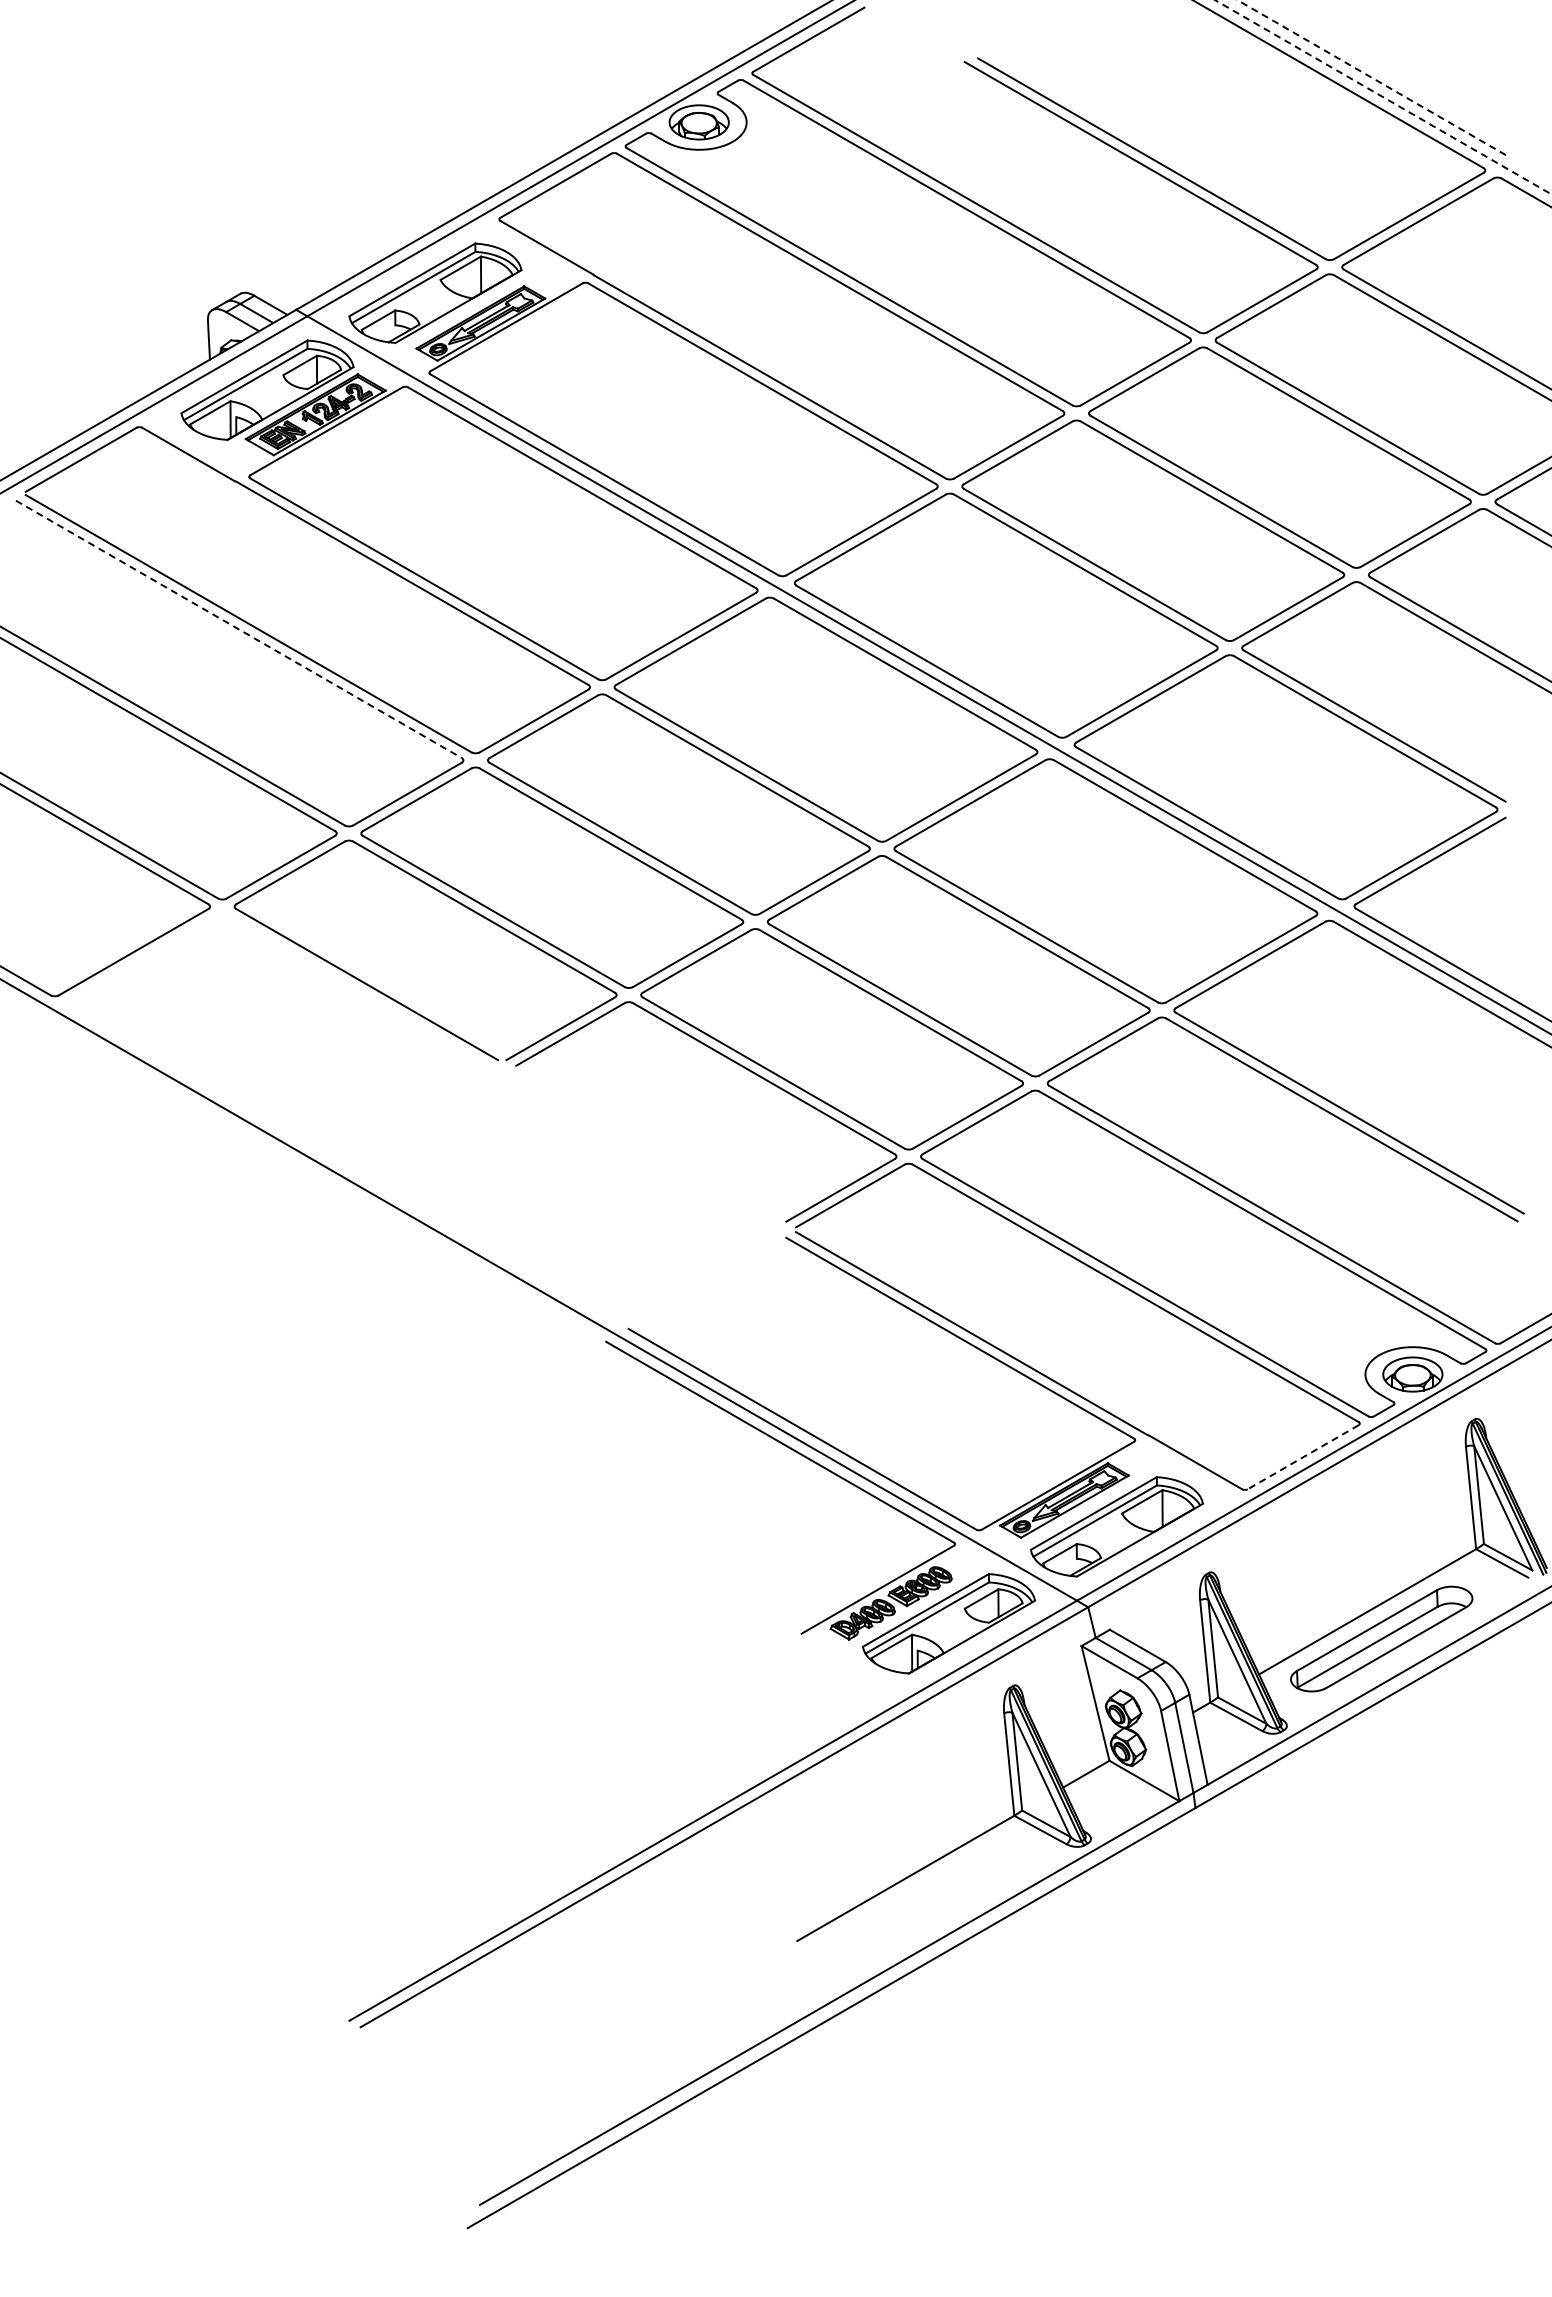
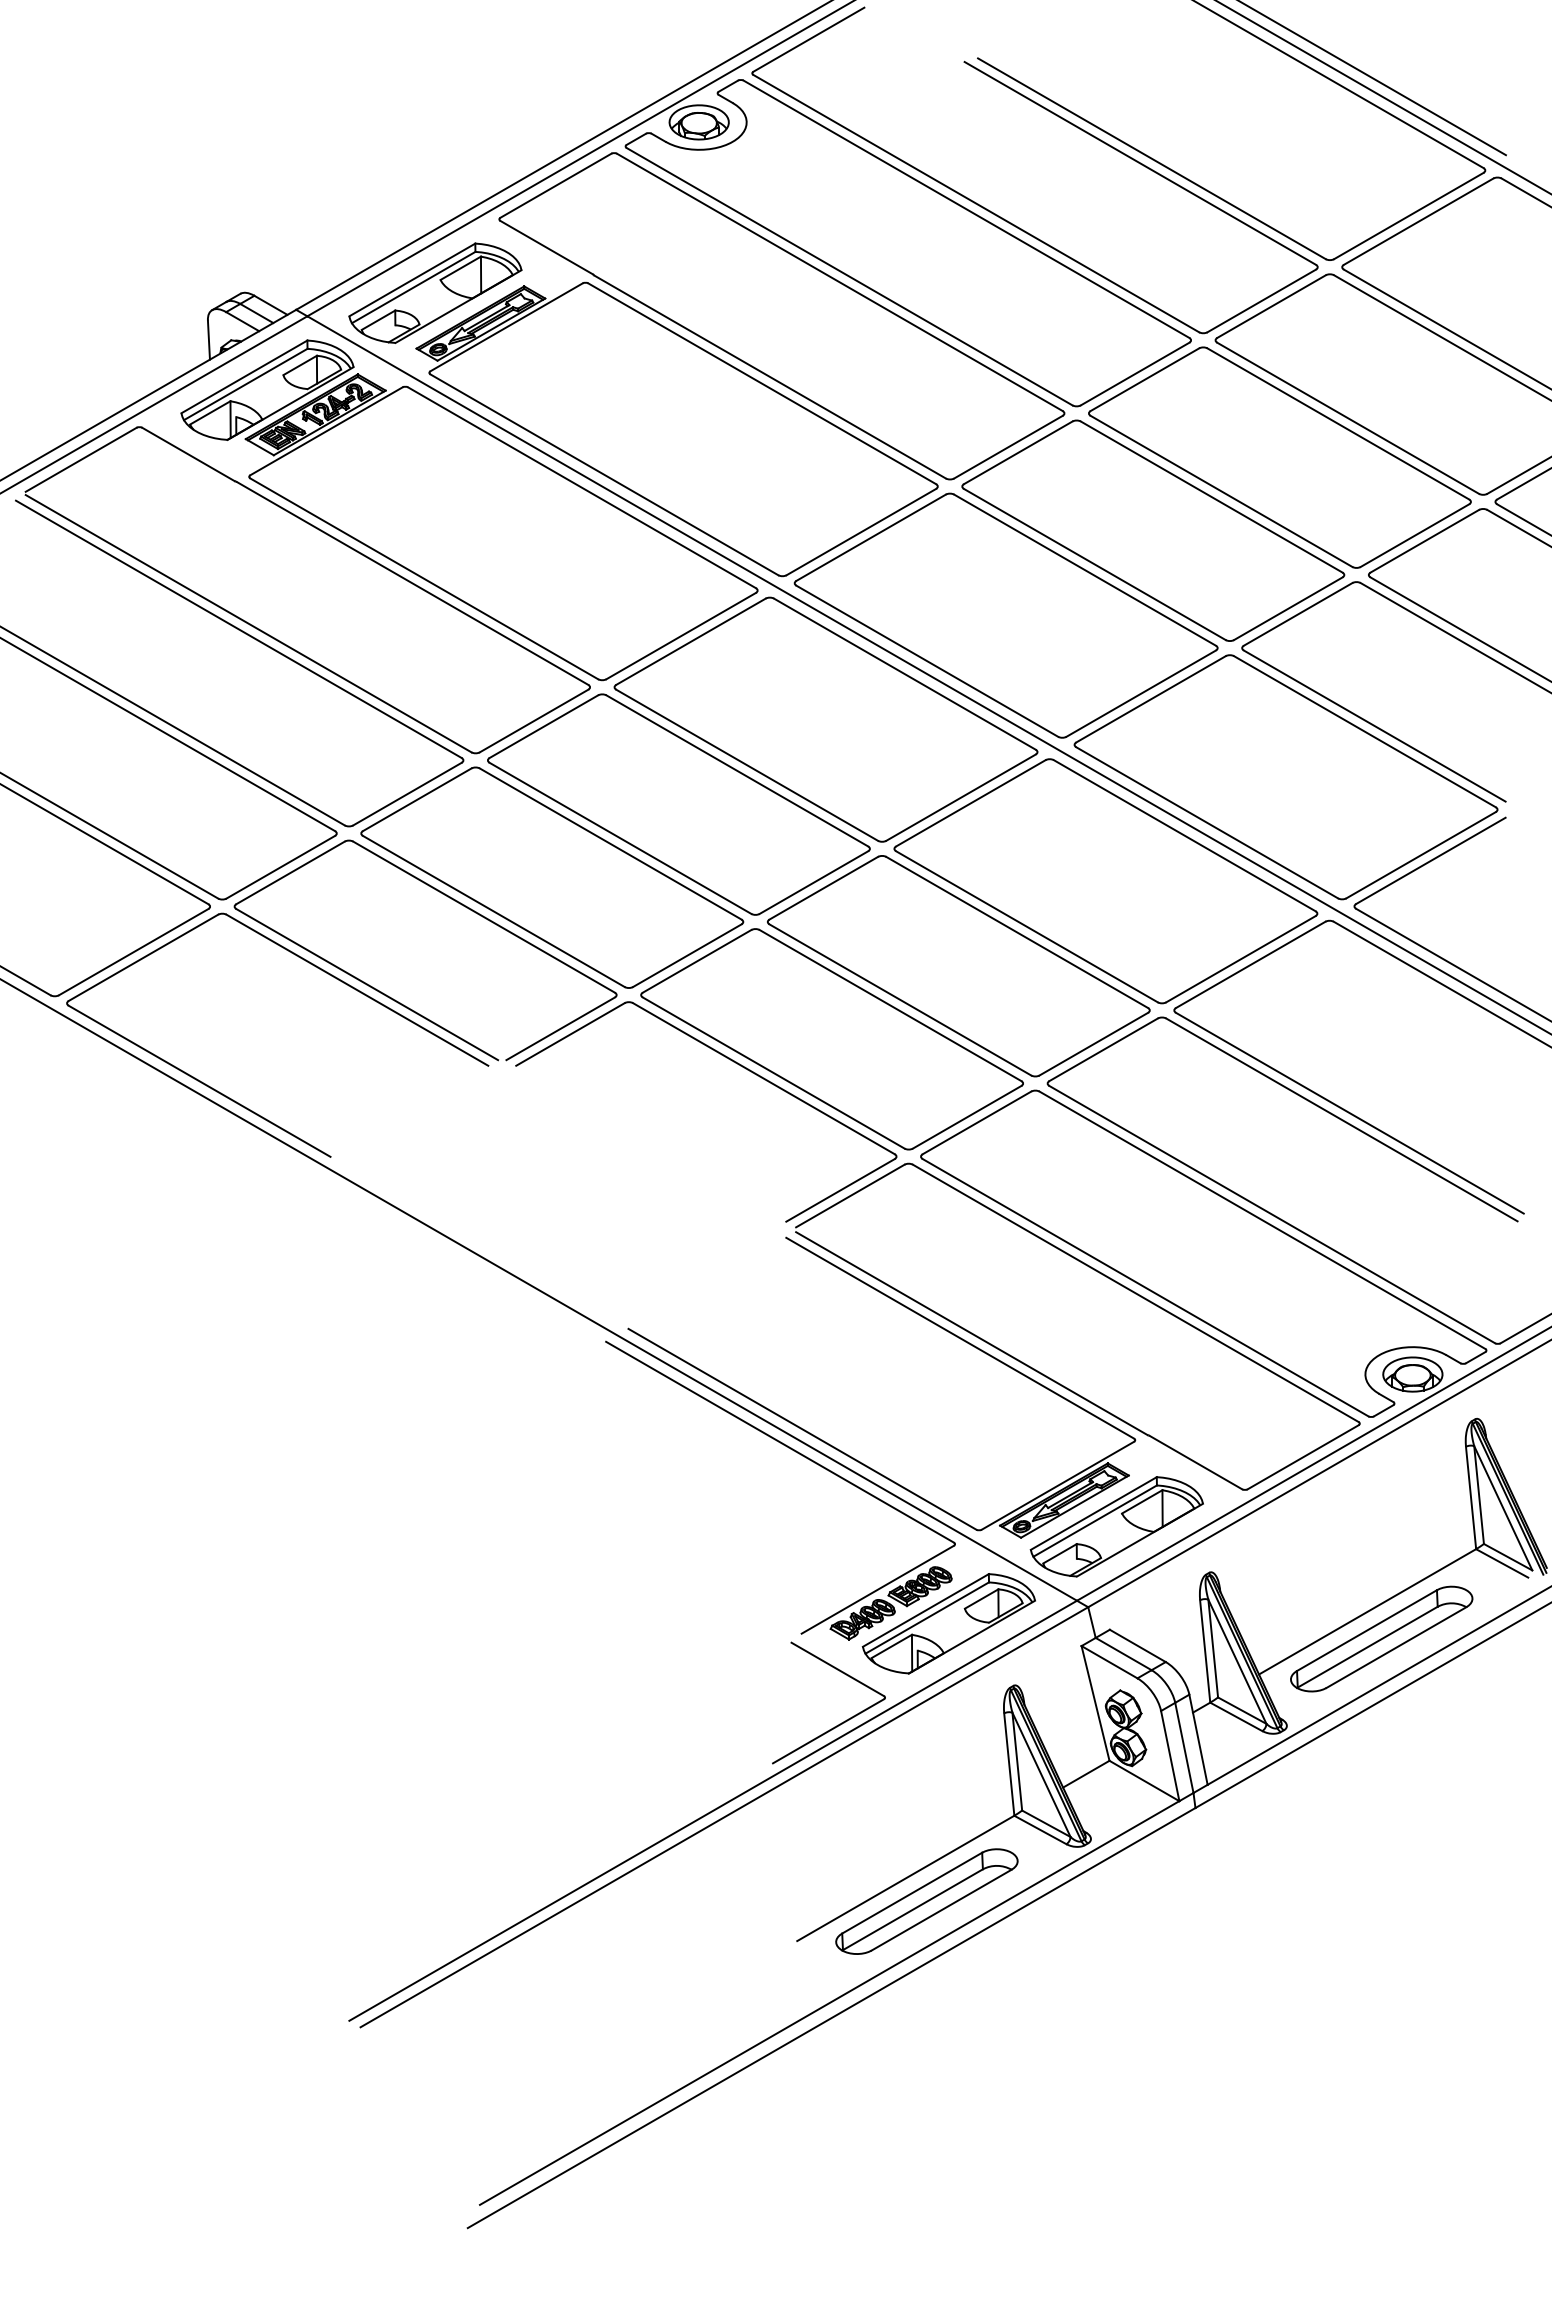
line at (1371, 77): dashed -> solid
line at (1383, 97): dashed -> solid
line at (239, 629): dashed -> solid
part at (315, 967): none -> present
line at (1302, 1457): dashed -> solid
part at (839, 1723): none -> present
part at (926, 1901): none -> present
